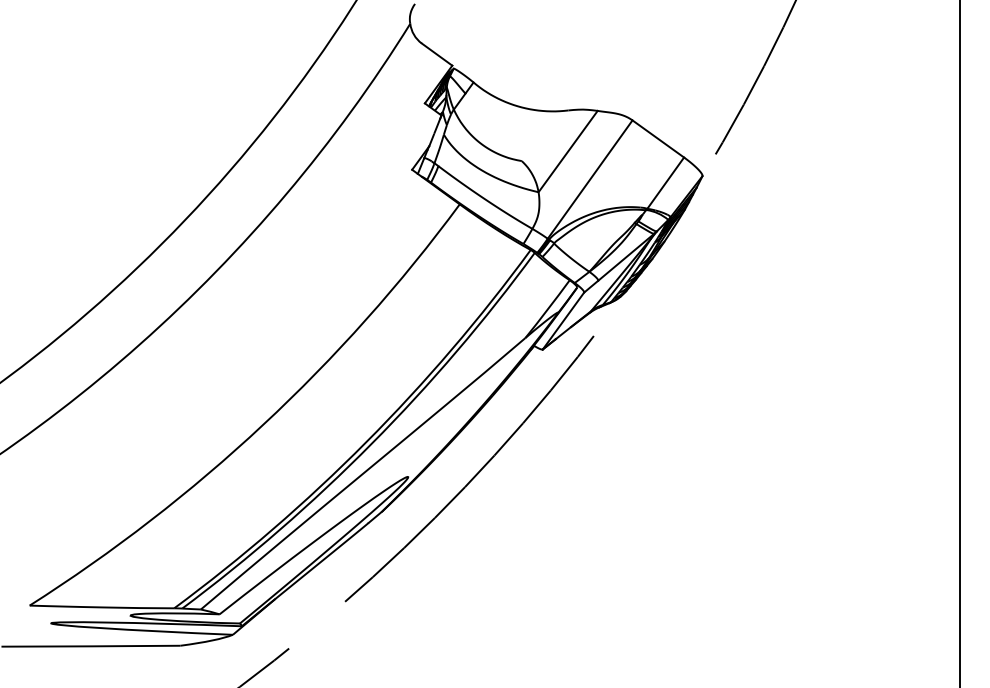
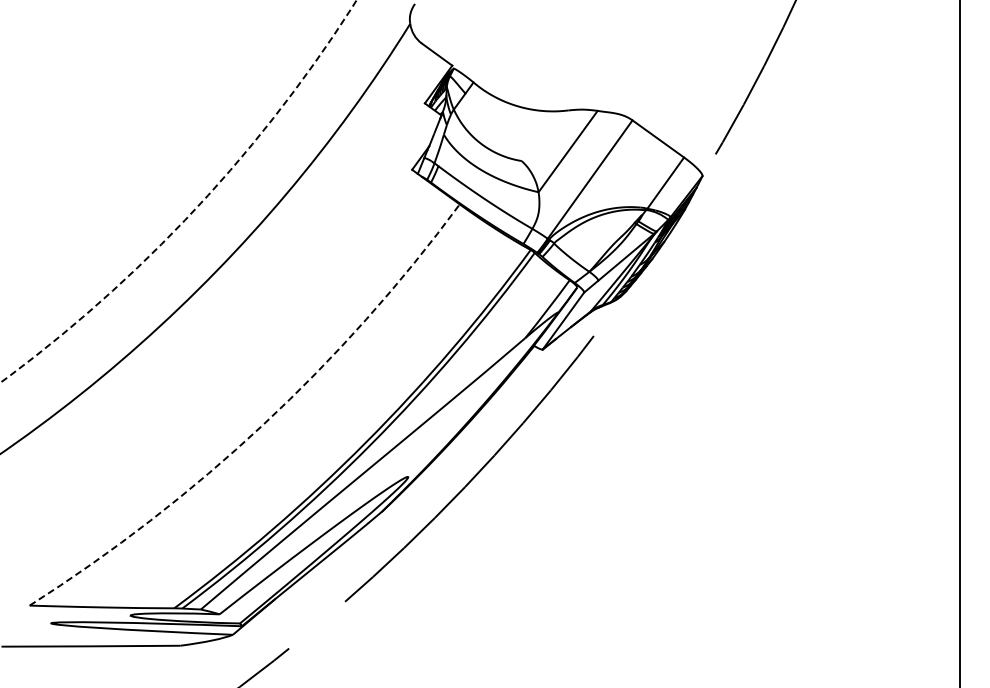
circle at (178, 191): solid -> dashed
arc at (263, 424): solid -> dashed
